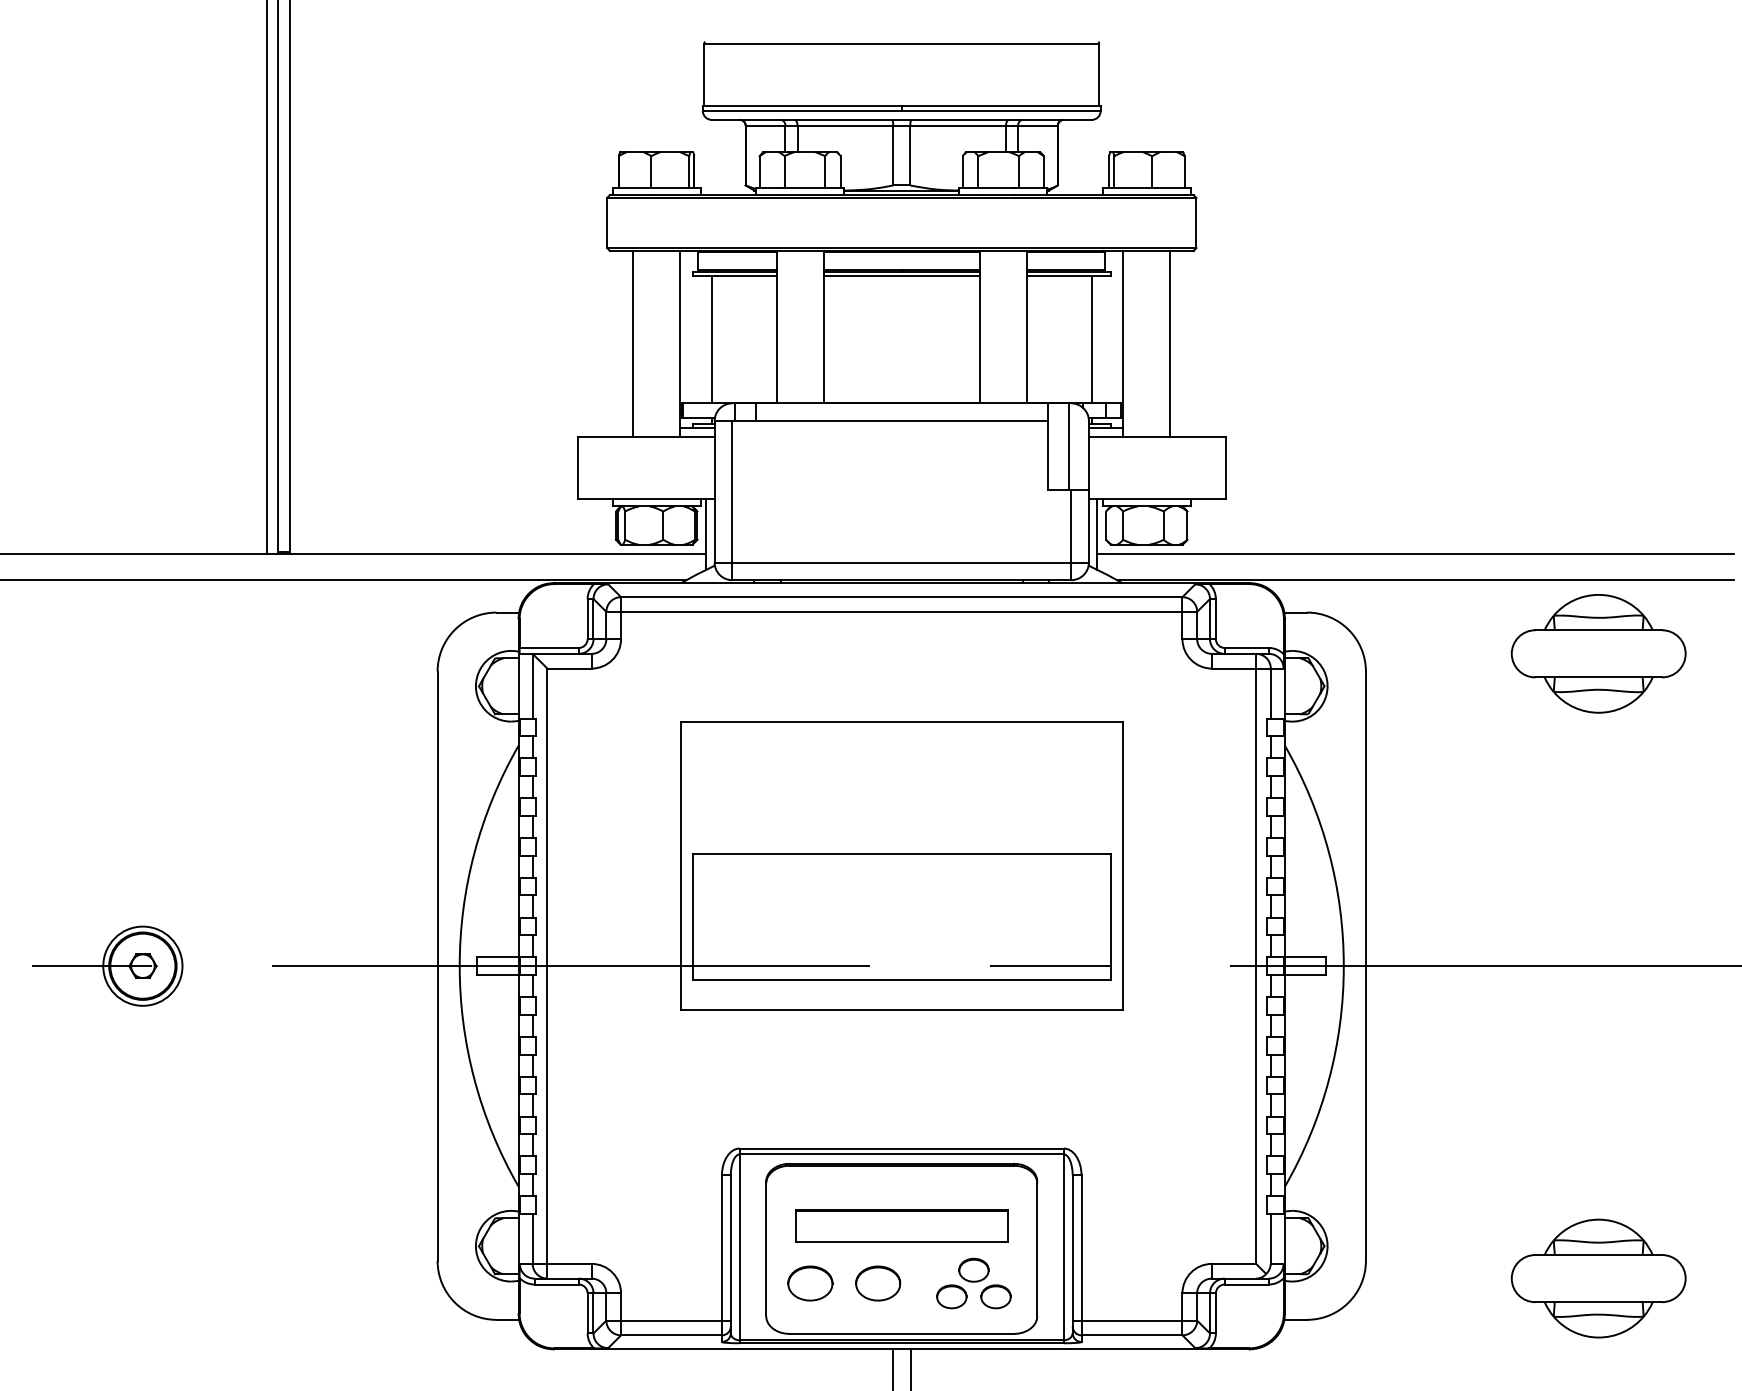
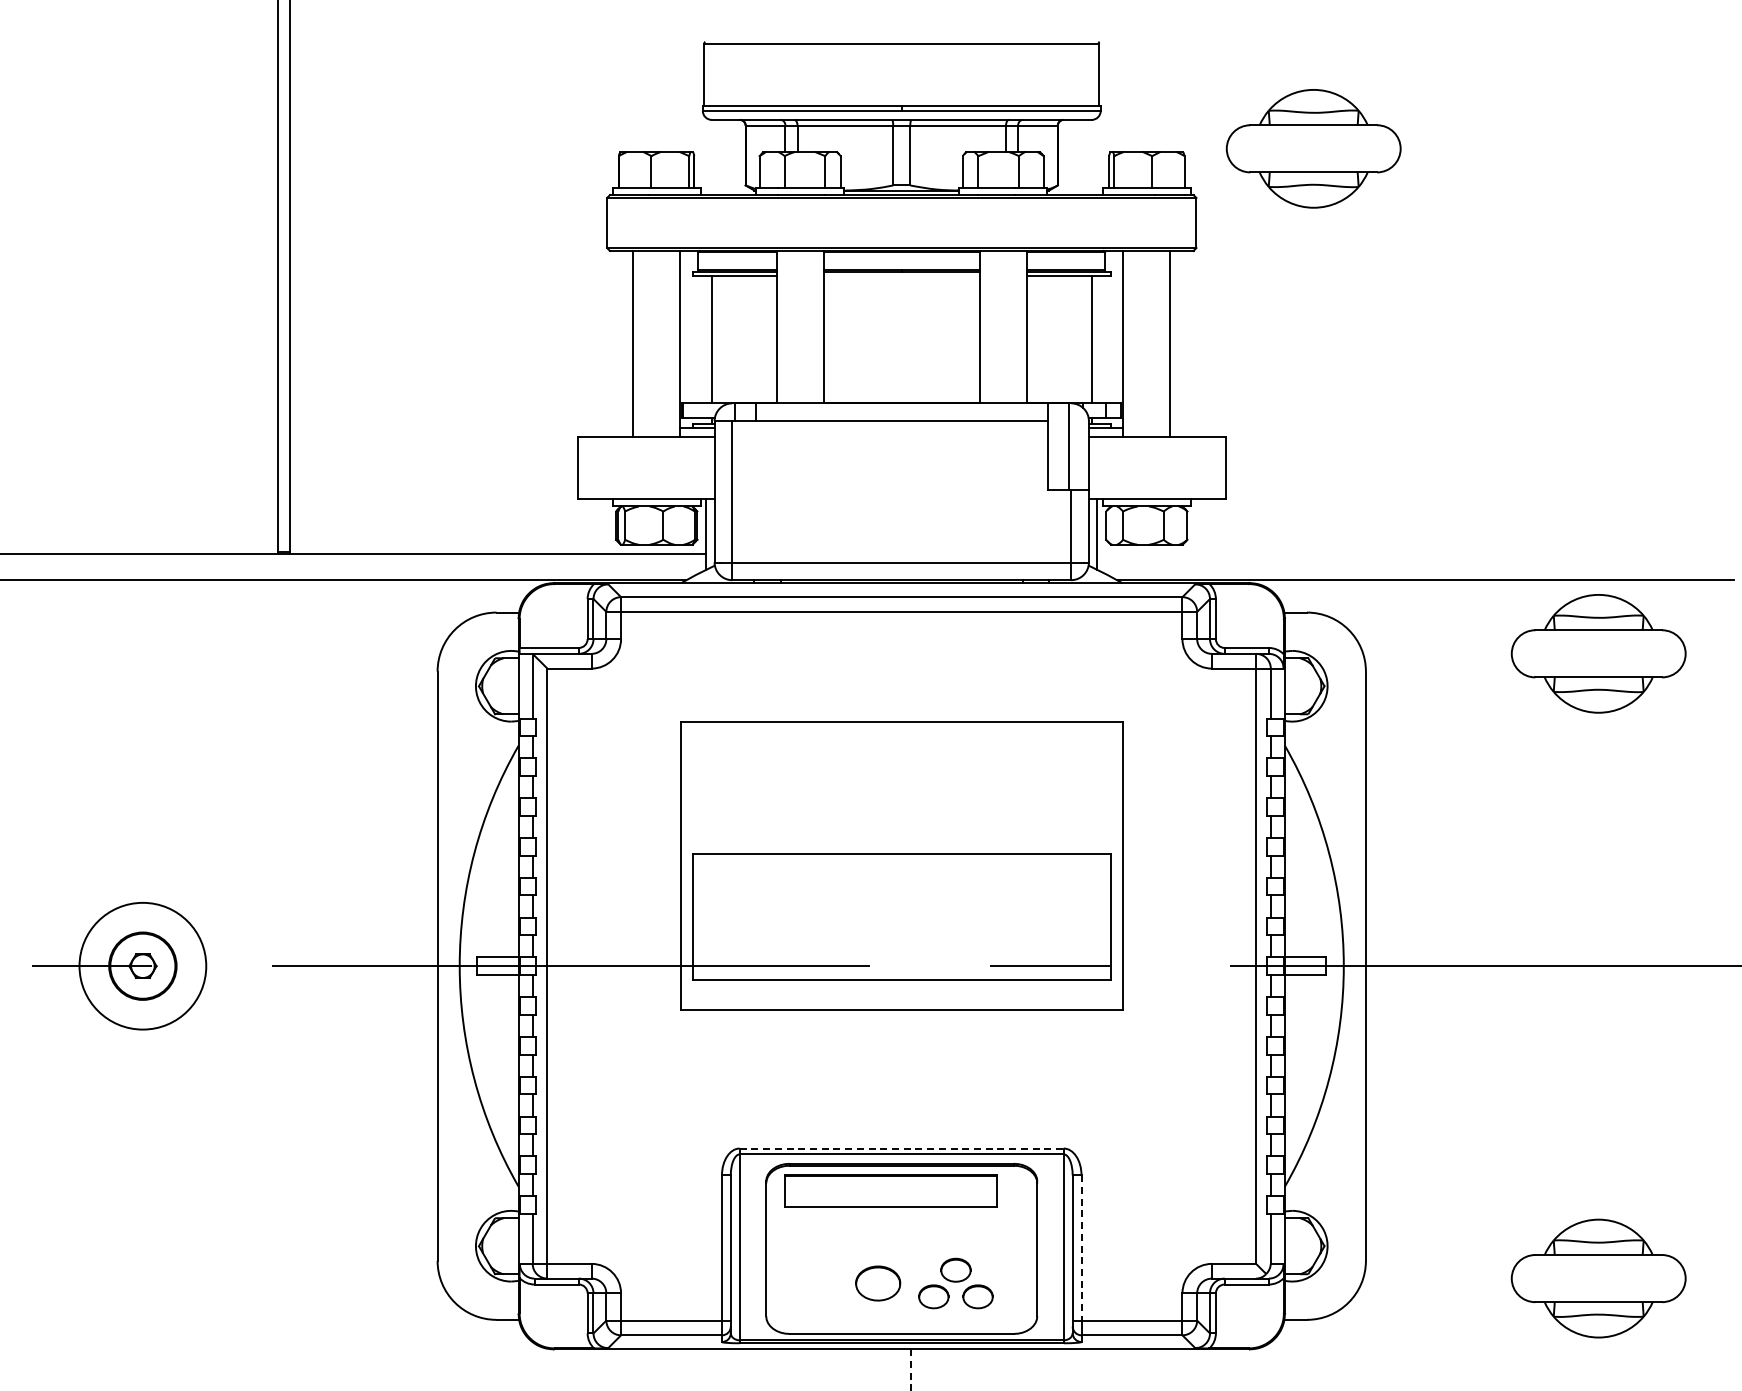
part at (1313, 148): none -> present
line at (901, 276): present -> none
line at (266, 277): present -> none
line at (1415, 553): present -> none
circle at (142, 965) diameter: 79 px -> 127 px
line at (902, 1148): solid -> dashed
part at (901, 1225) position: (901, 1225) -> (890, 1190)
line at (1081, 1247): solid -> dashed
part at (810, 1283): present -> none
part at (973, 1283) position: (973, 1283) -> (955, 1283)
line at (892, 1368): present -> none
line at (910, 1369): solid -> dashed
